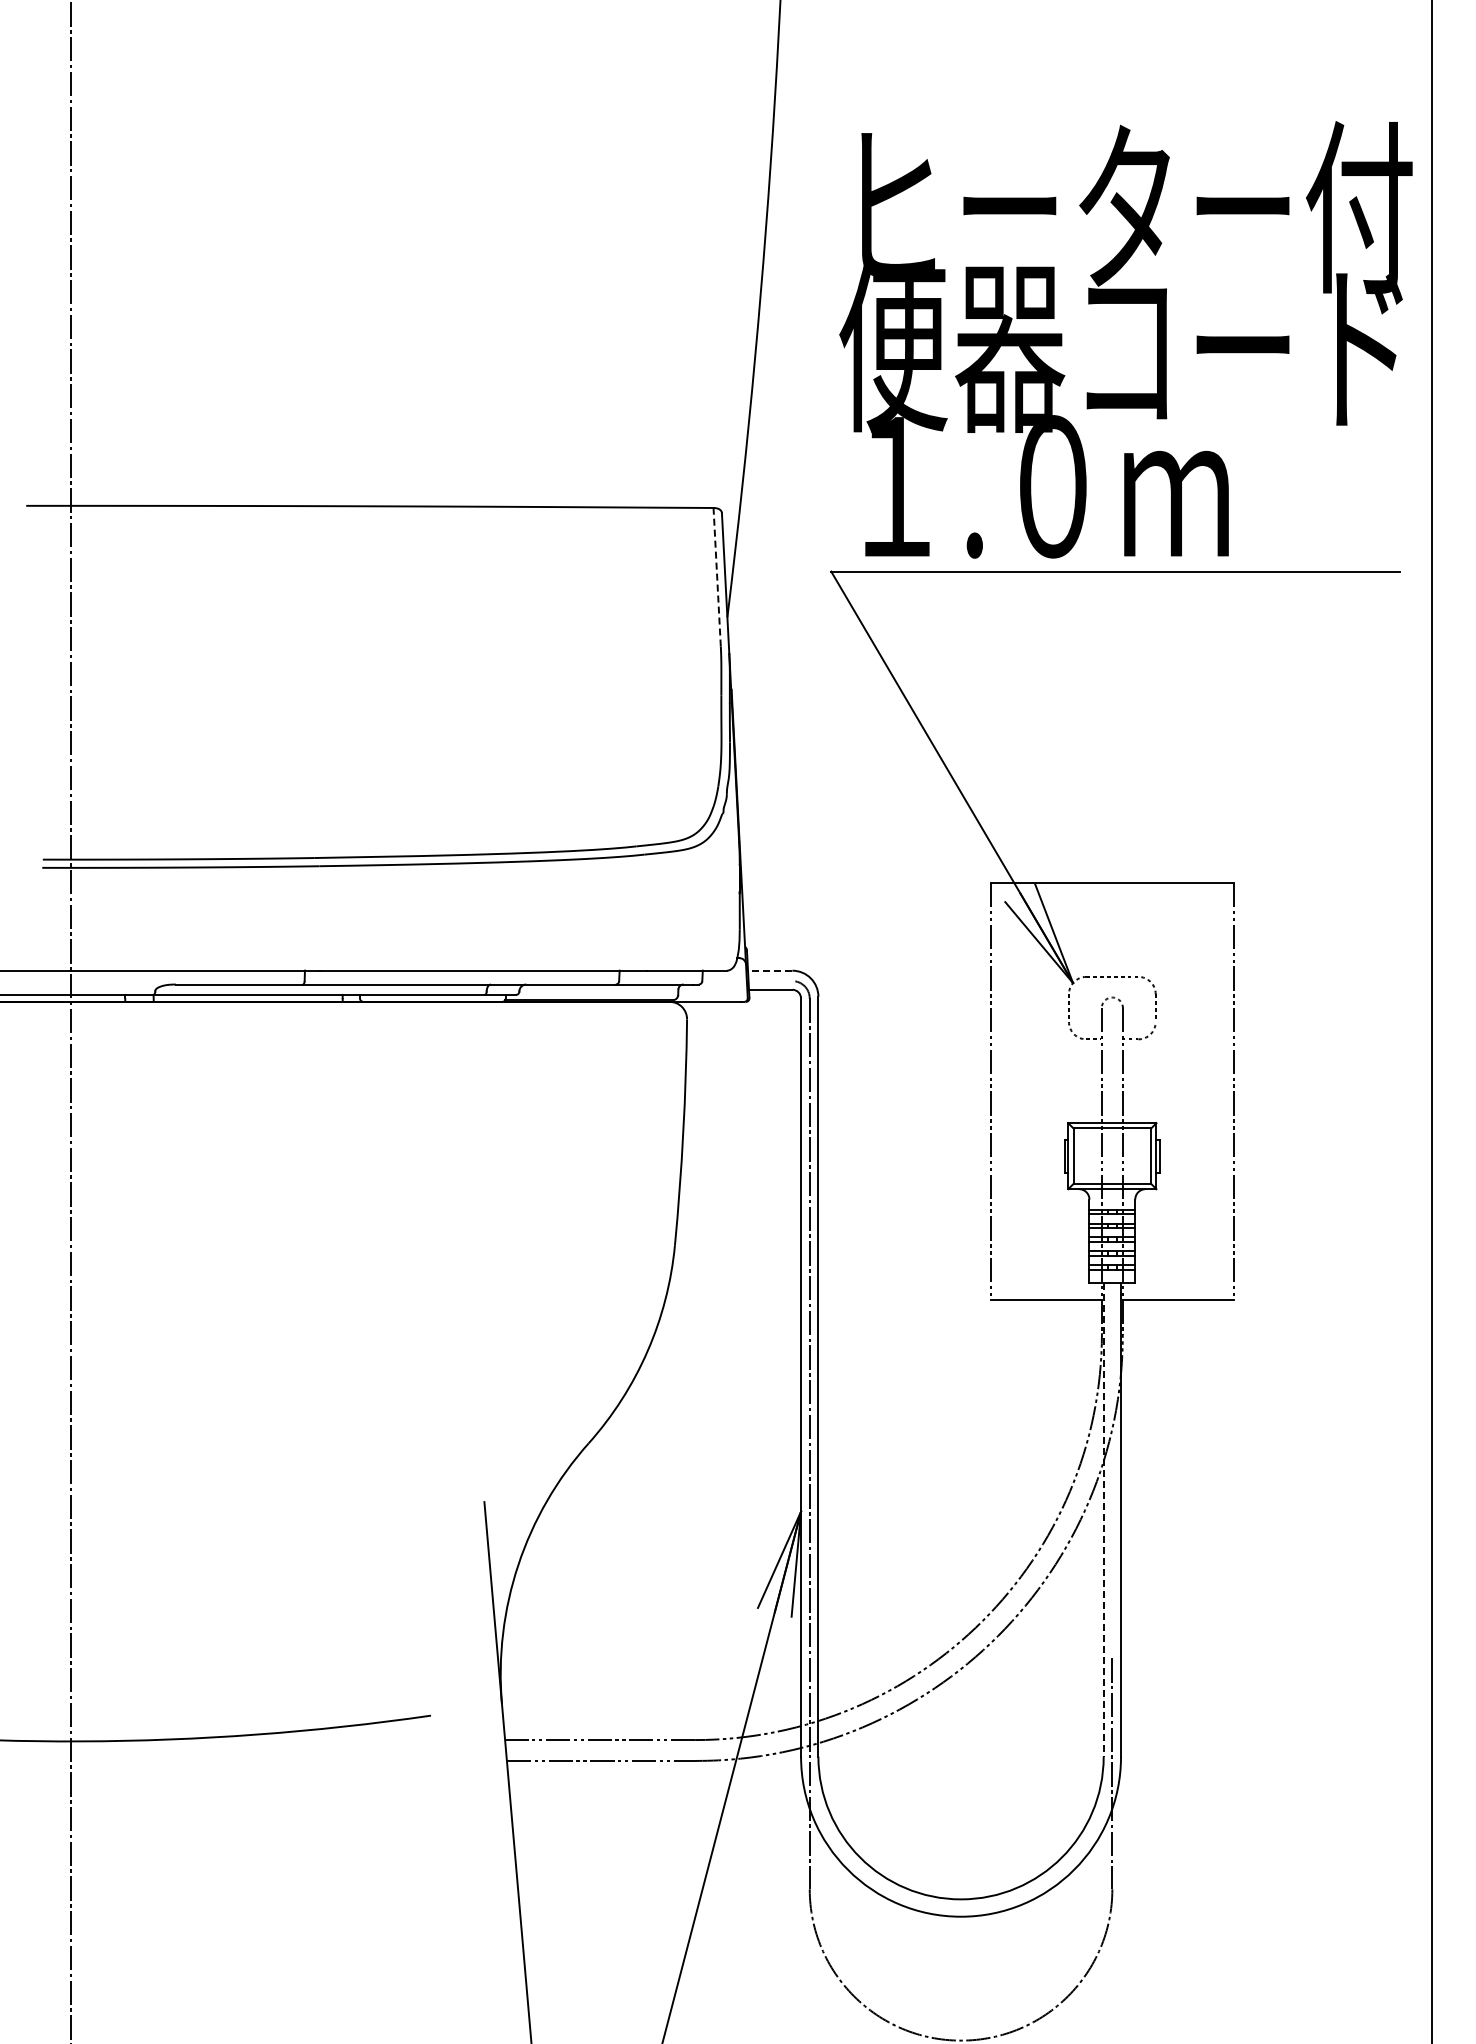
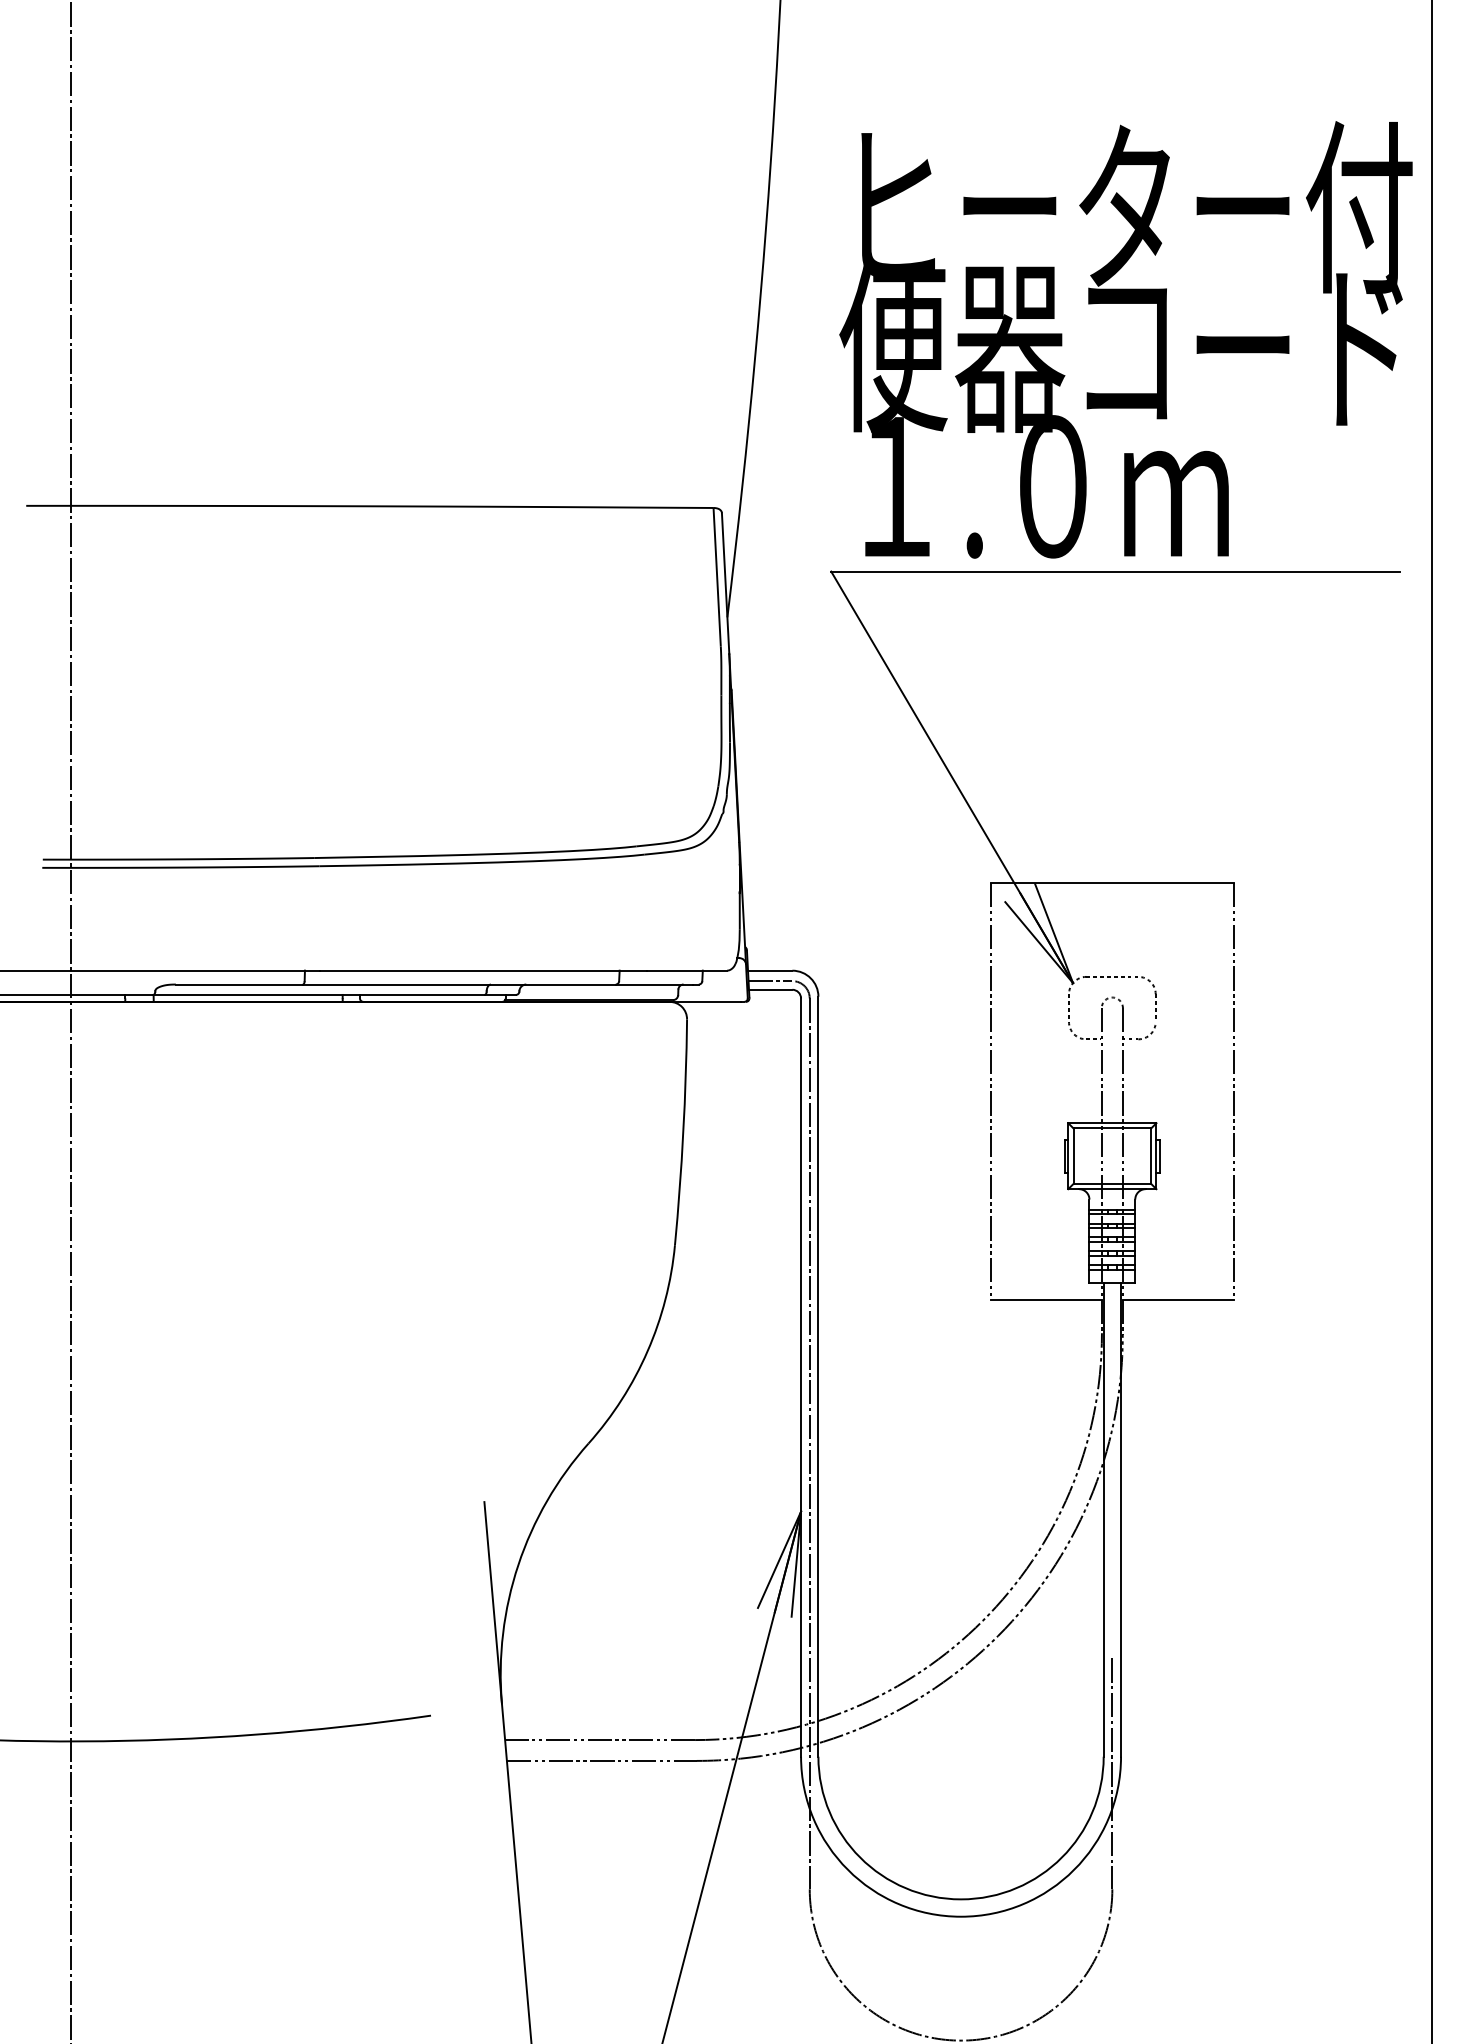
line at (717, 578): dashed -> solid
line at (769, 970): dashed -> solid
line at (770, 981): none -> present
line at (1103, 1519): dashed -> solid
